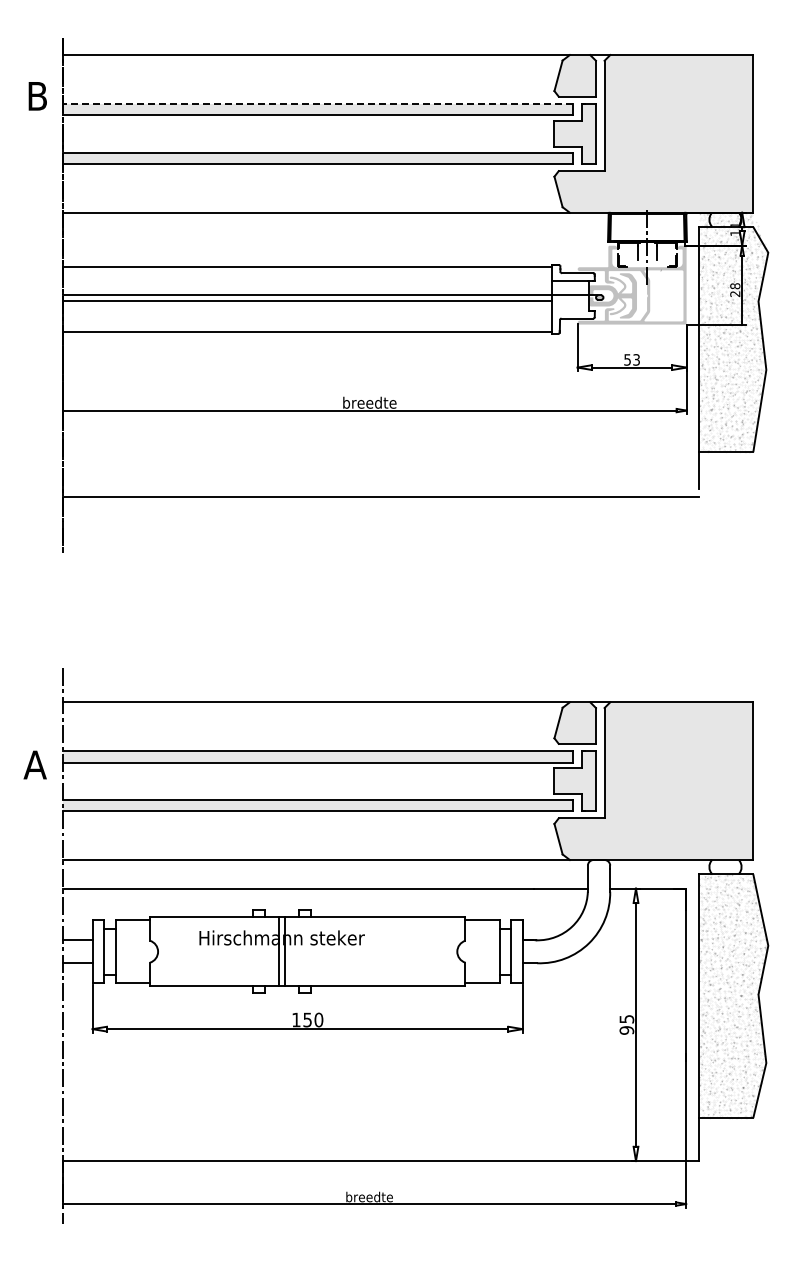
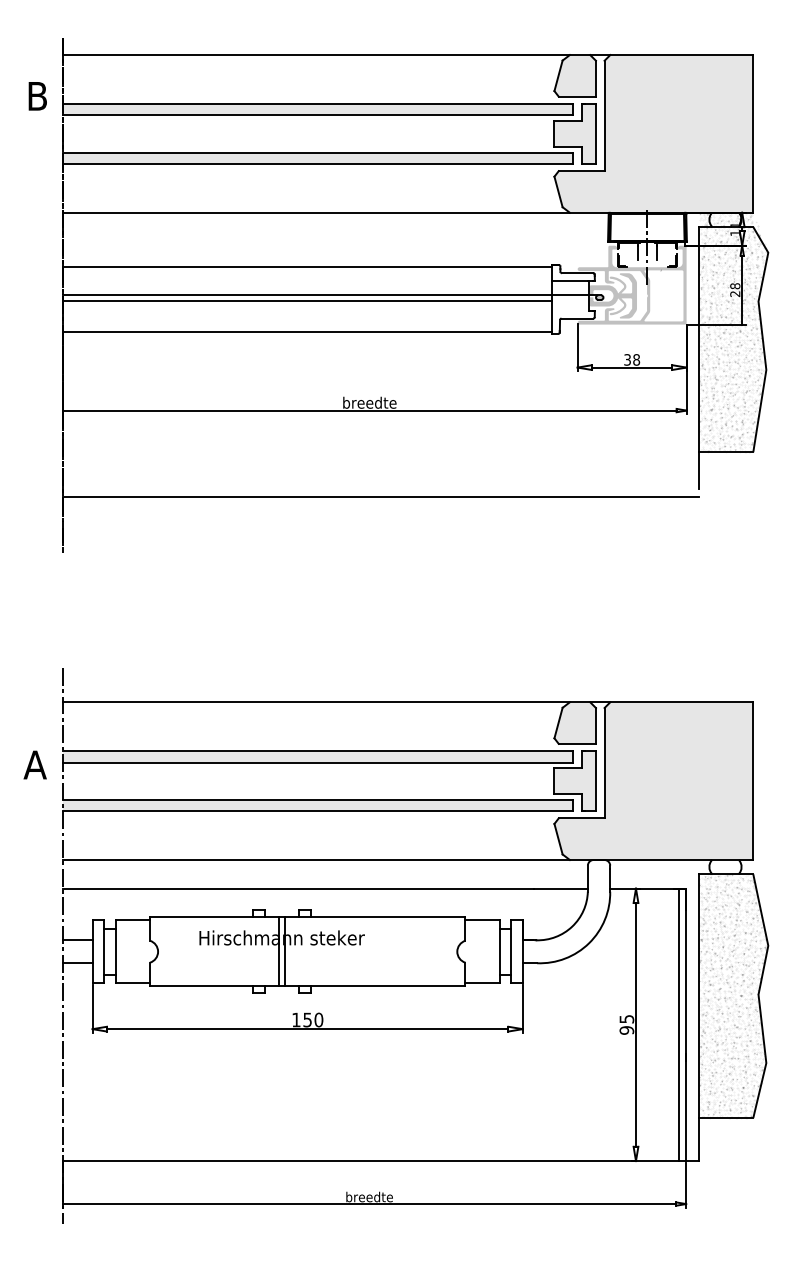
line at (317, 103): dashed -> solid
text at (632, 359): 53 -> 38
line at (679, 1024): none -> present
